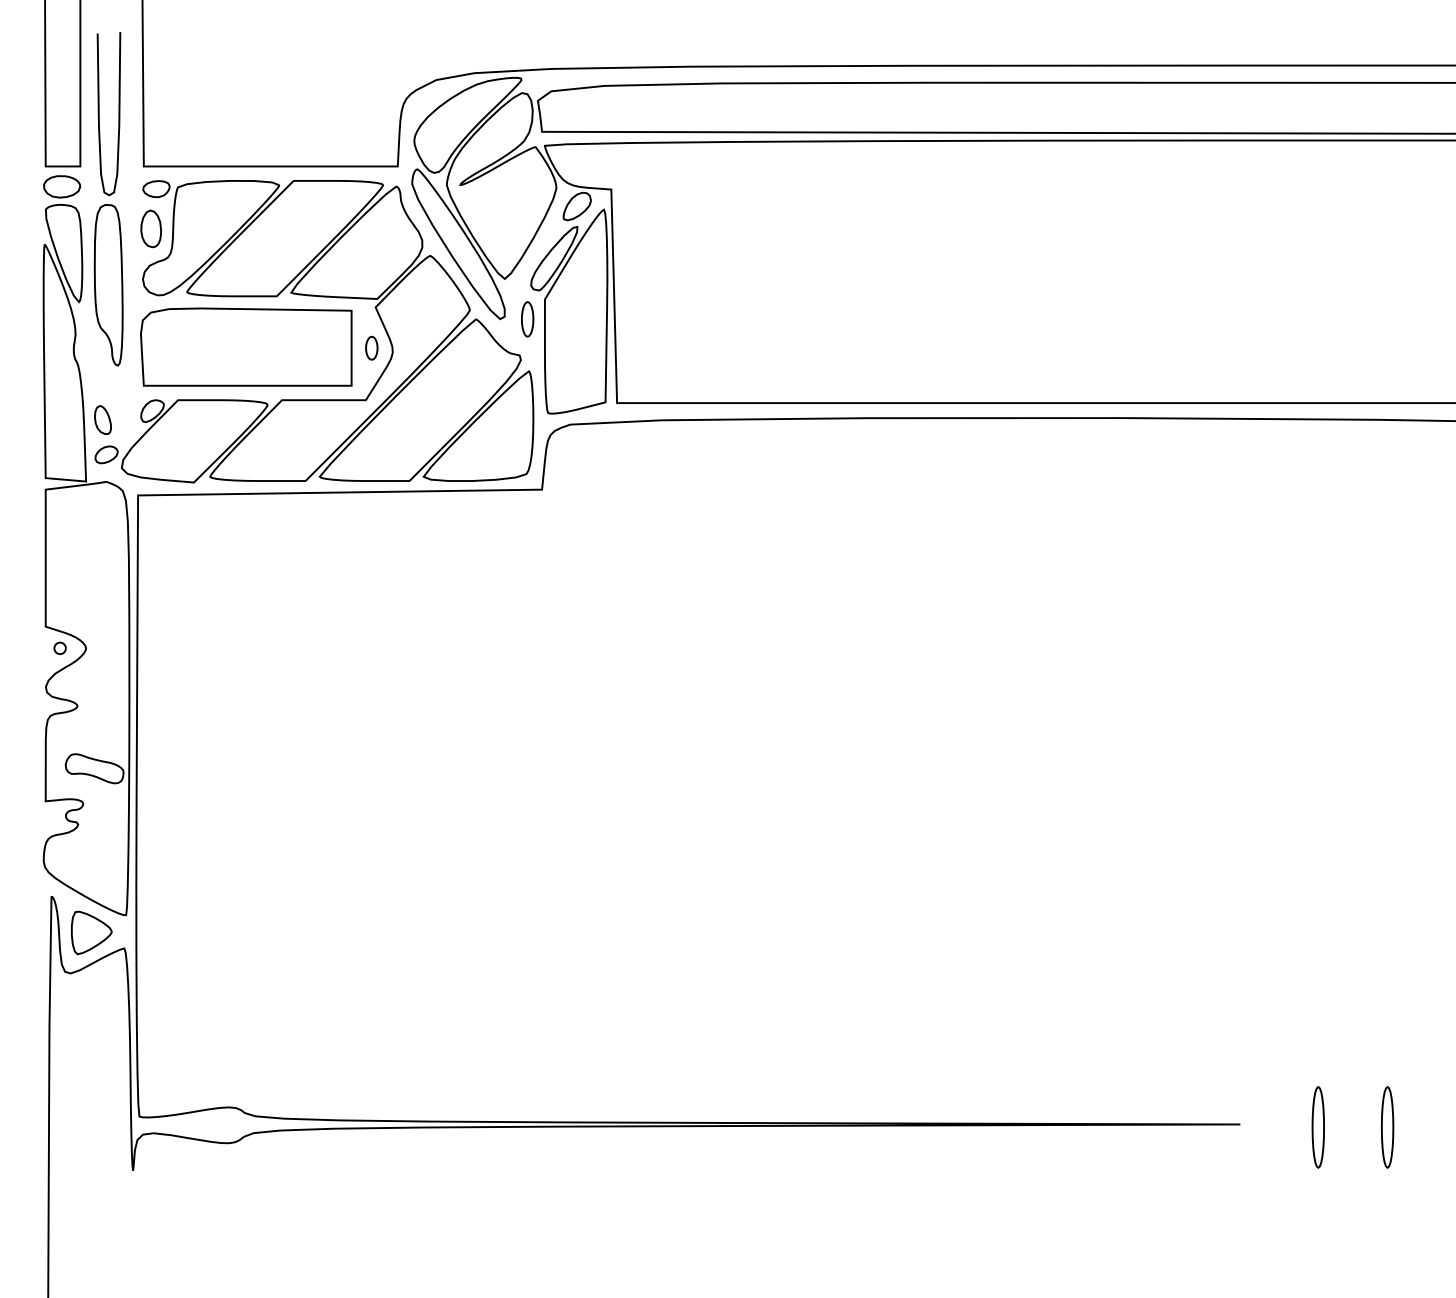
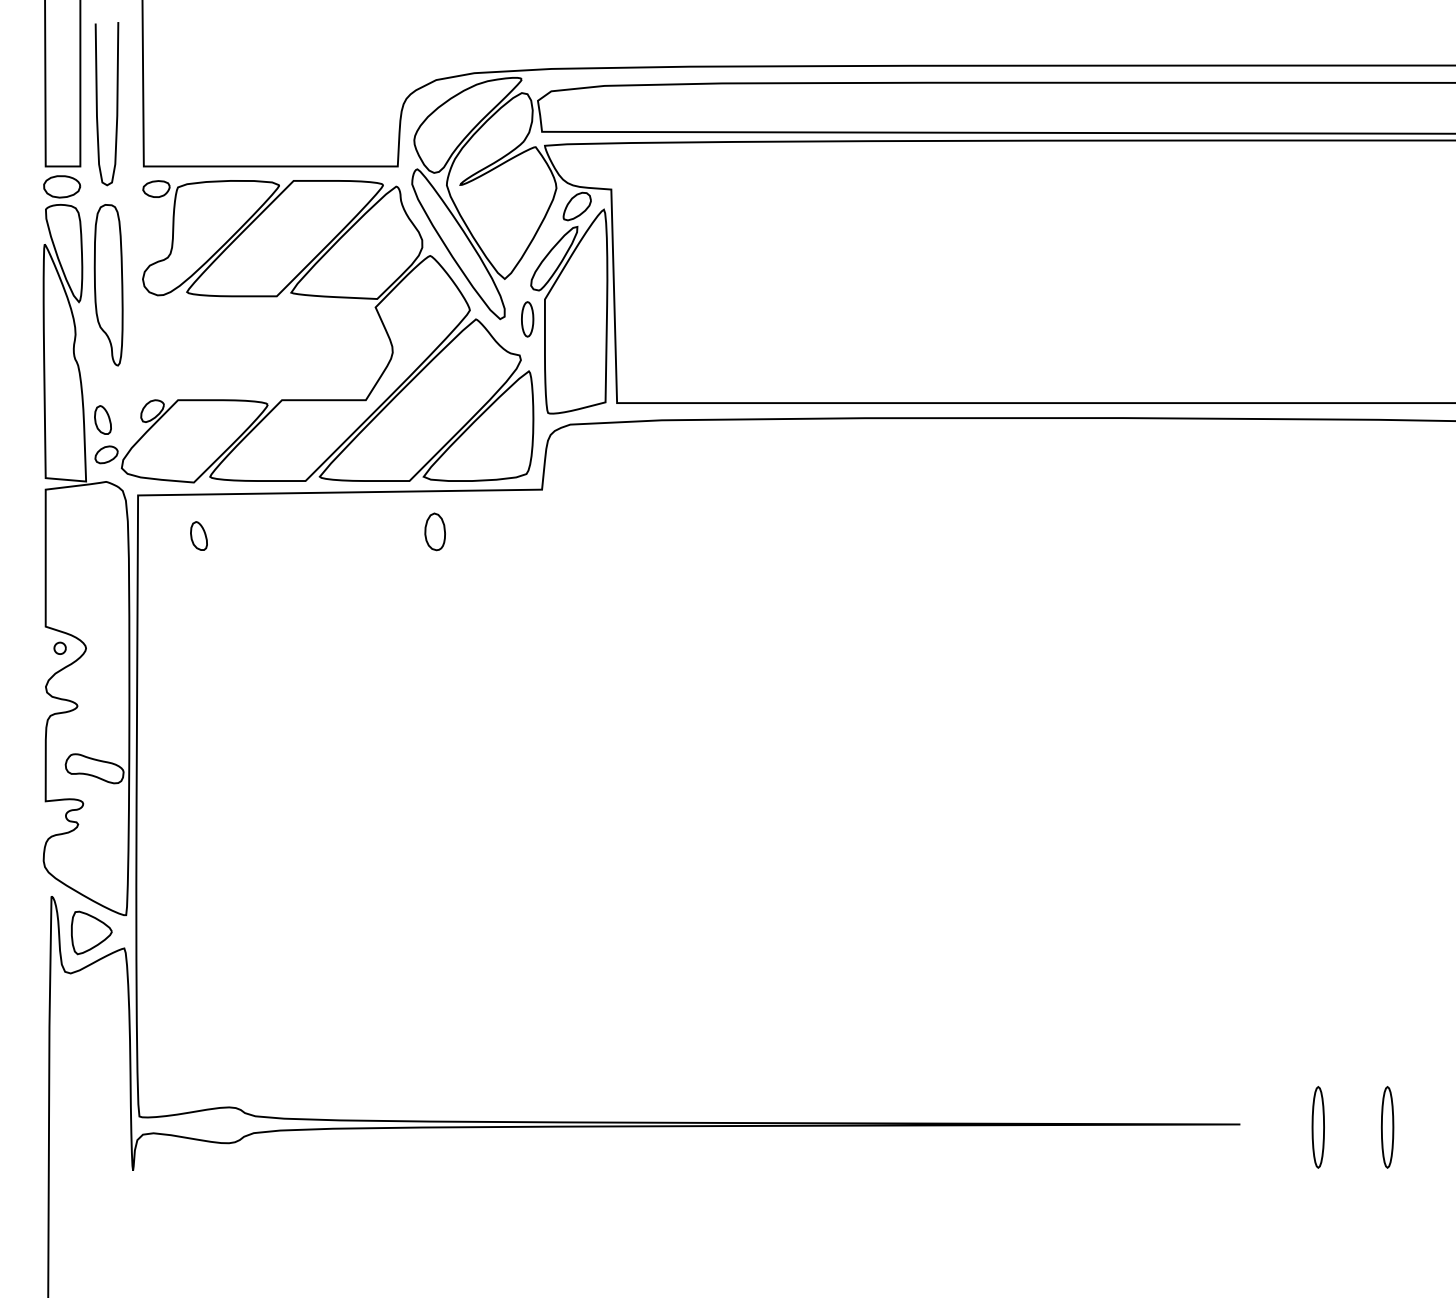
curve at (99, 114) position: (99, 114) -> (97, 104)
part at (150, 228) position: (150, 228) -> (434, 531)
part at (246, 346): present -> none
part at (371, 347): present -> none
part at (198, 535): none -> present
